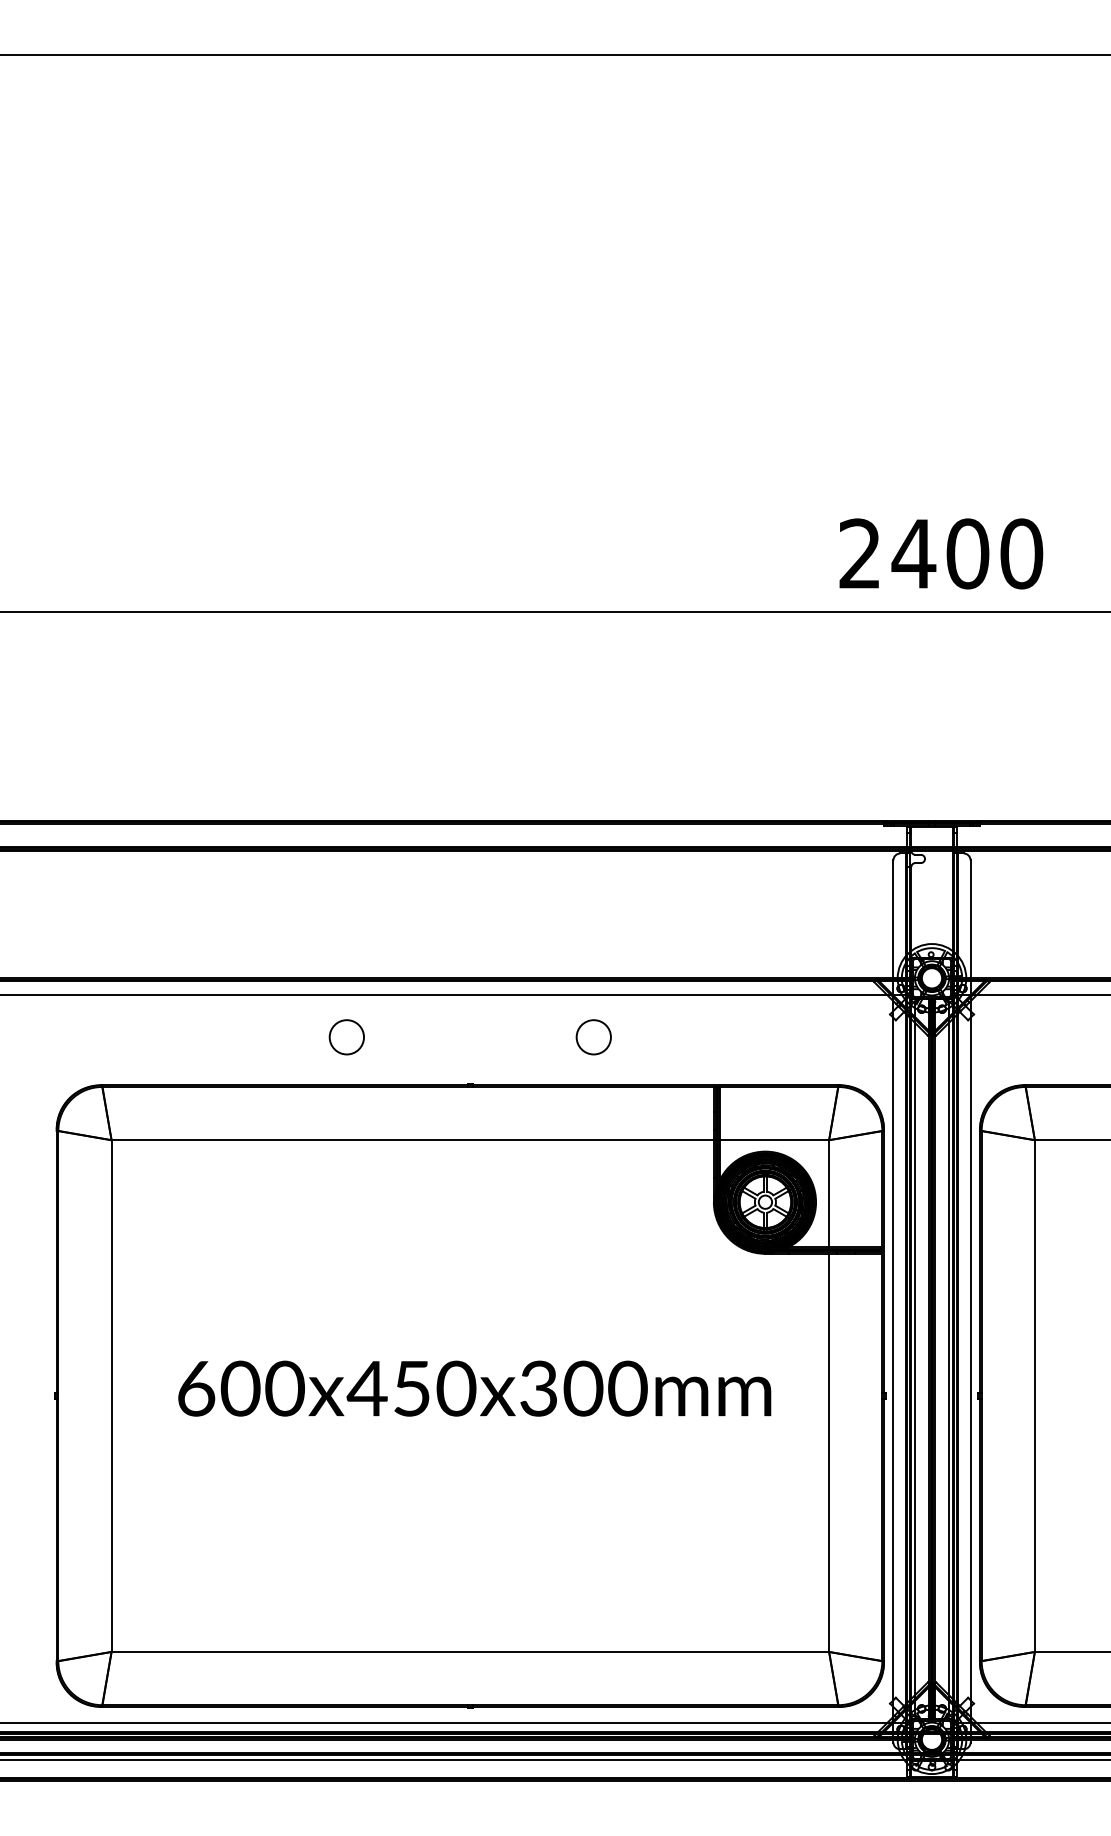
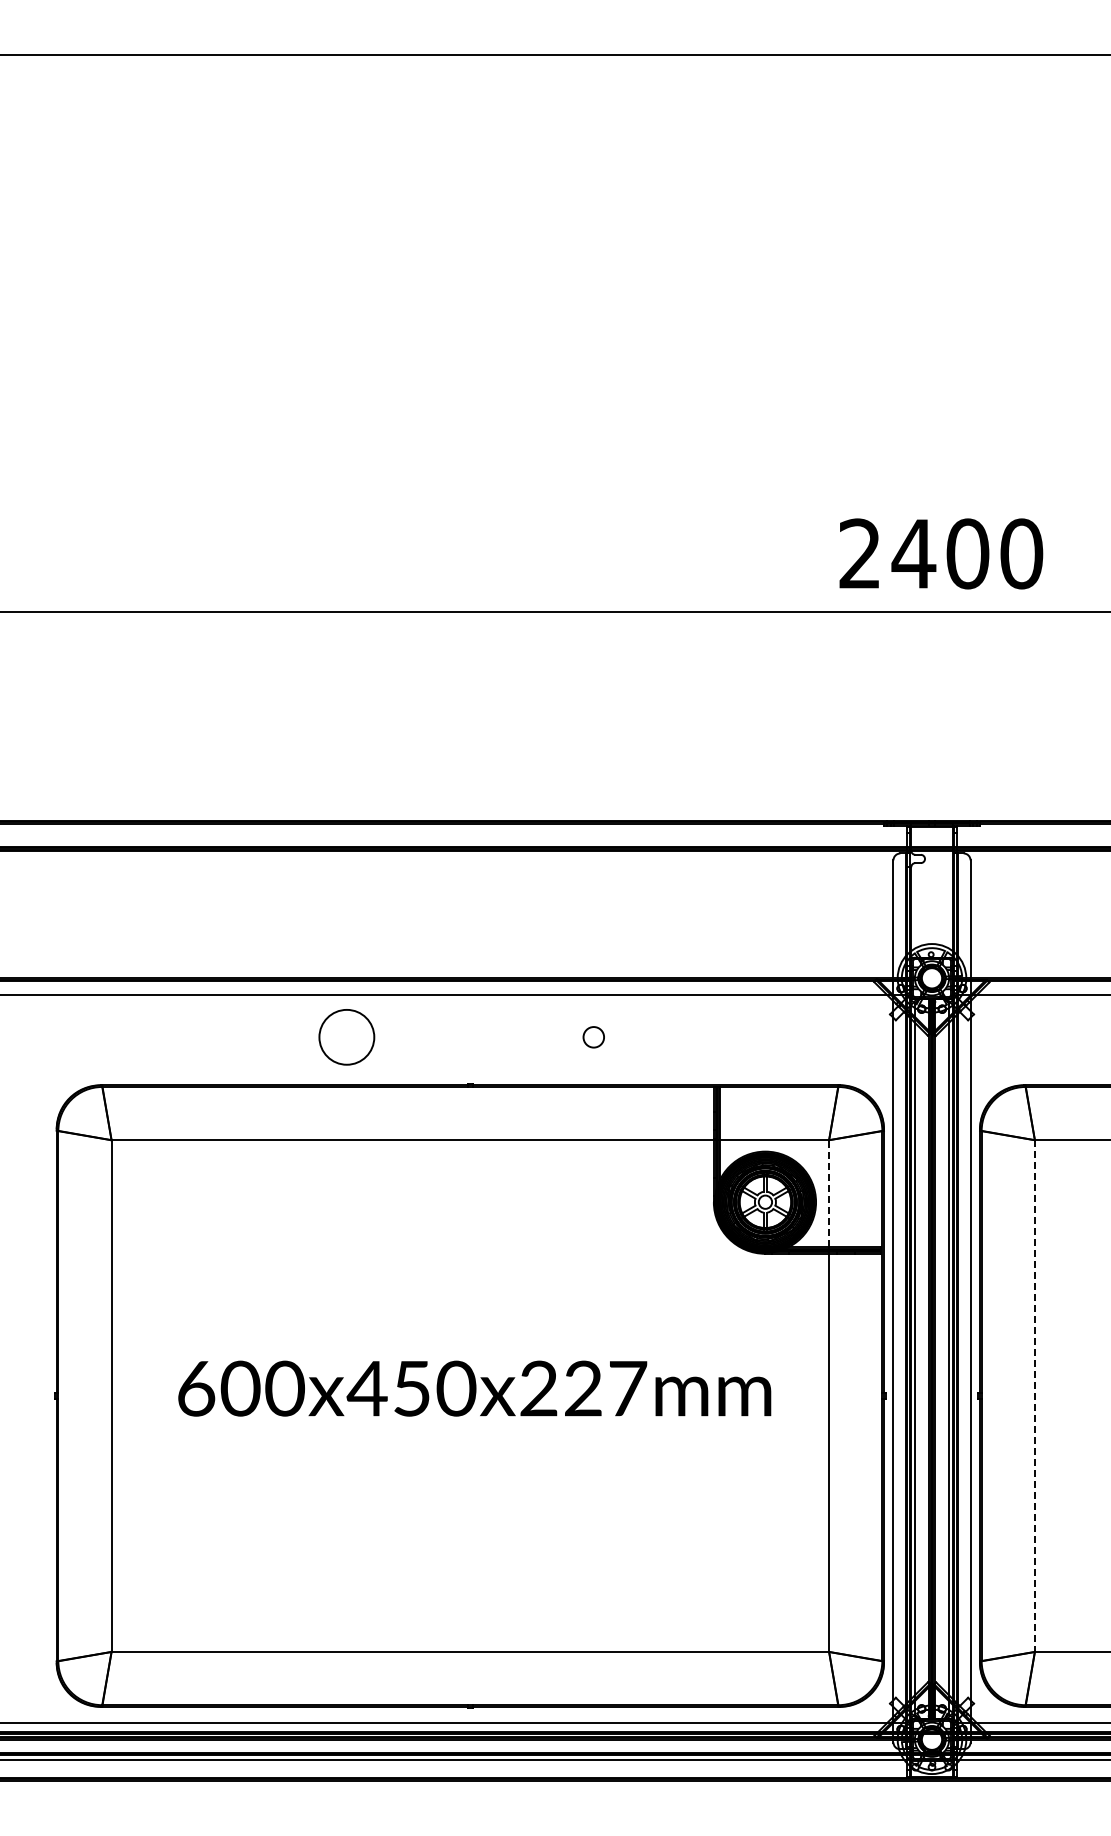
circle at (346, 1037) diameter: 34 px -> 55 px
circle at (593, 1037) diameter: 34 px -> 21 px
line at (829, 1193): solid -> dashed
text at (583, 1388): 600x450x300mm -> 600x450x227mm
line at (1034, 1396): solid -> dashed
